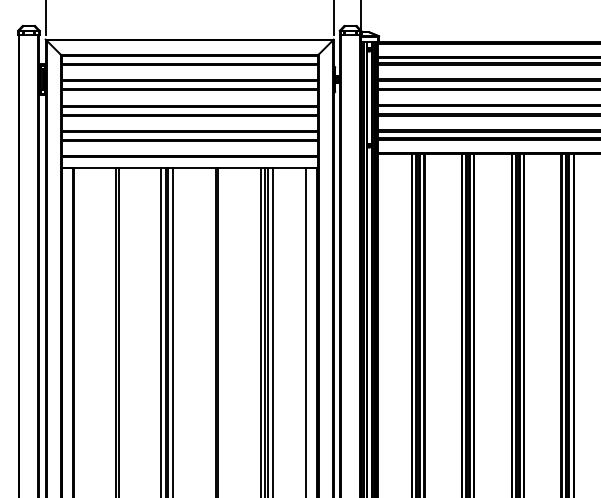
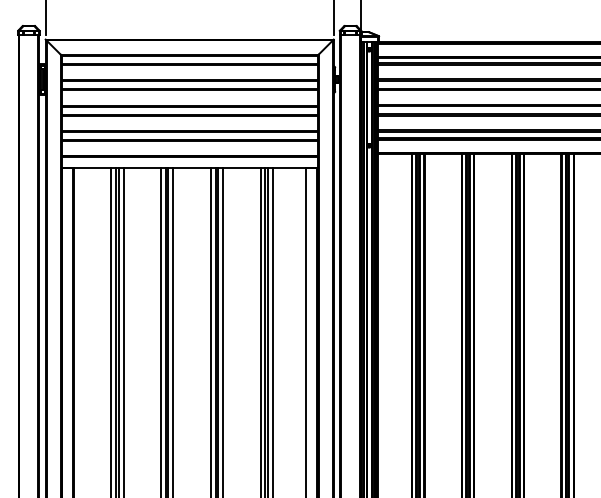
line at (111, 330): none -> present
line at (123, 330): none -> present
line at (210, 330): none -> present
line at (223, 330): none -> present
